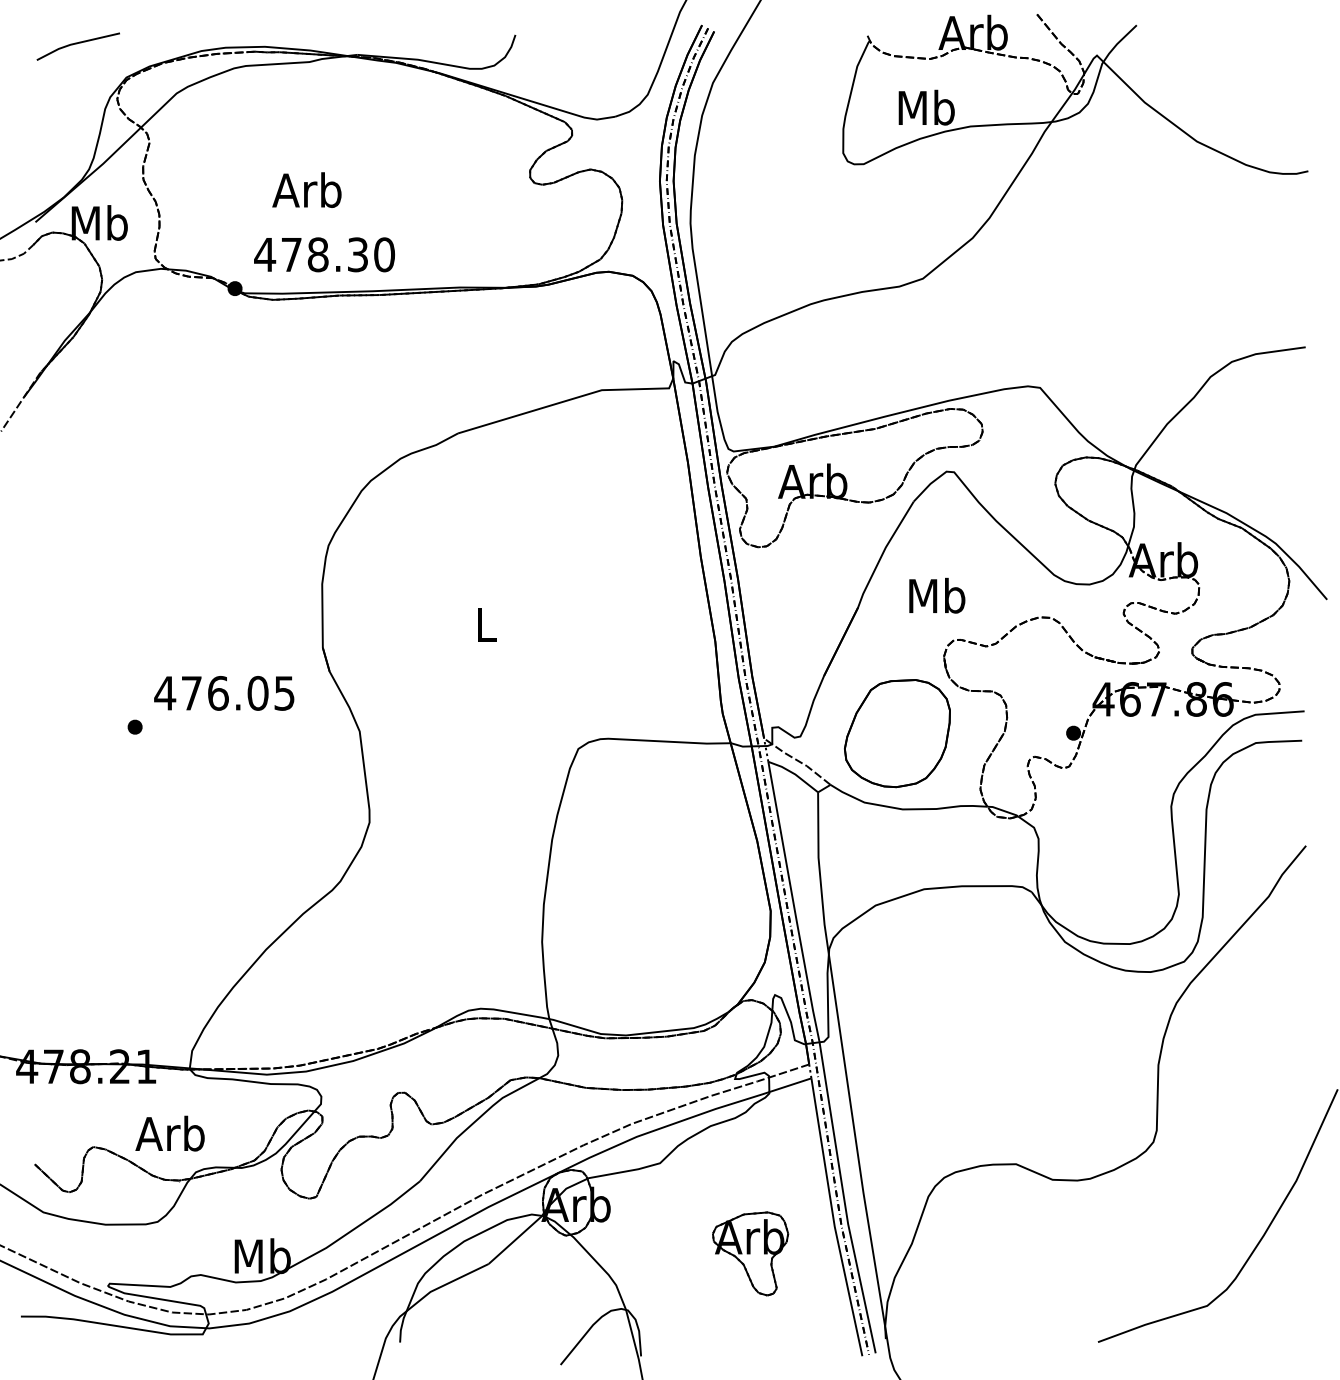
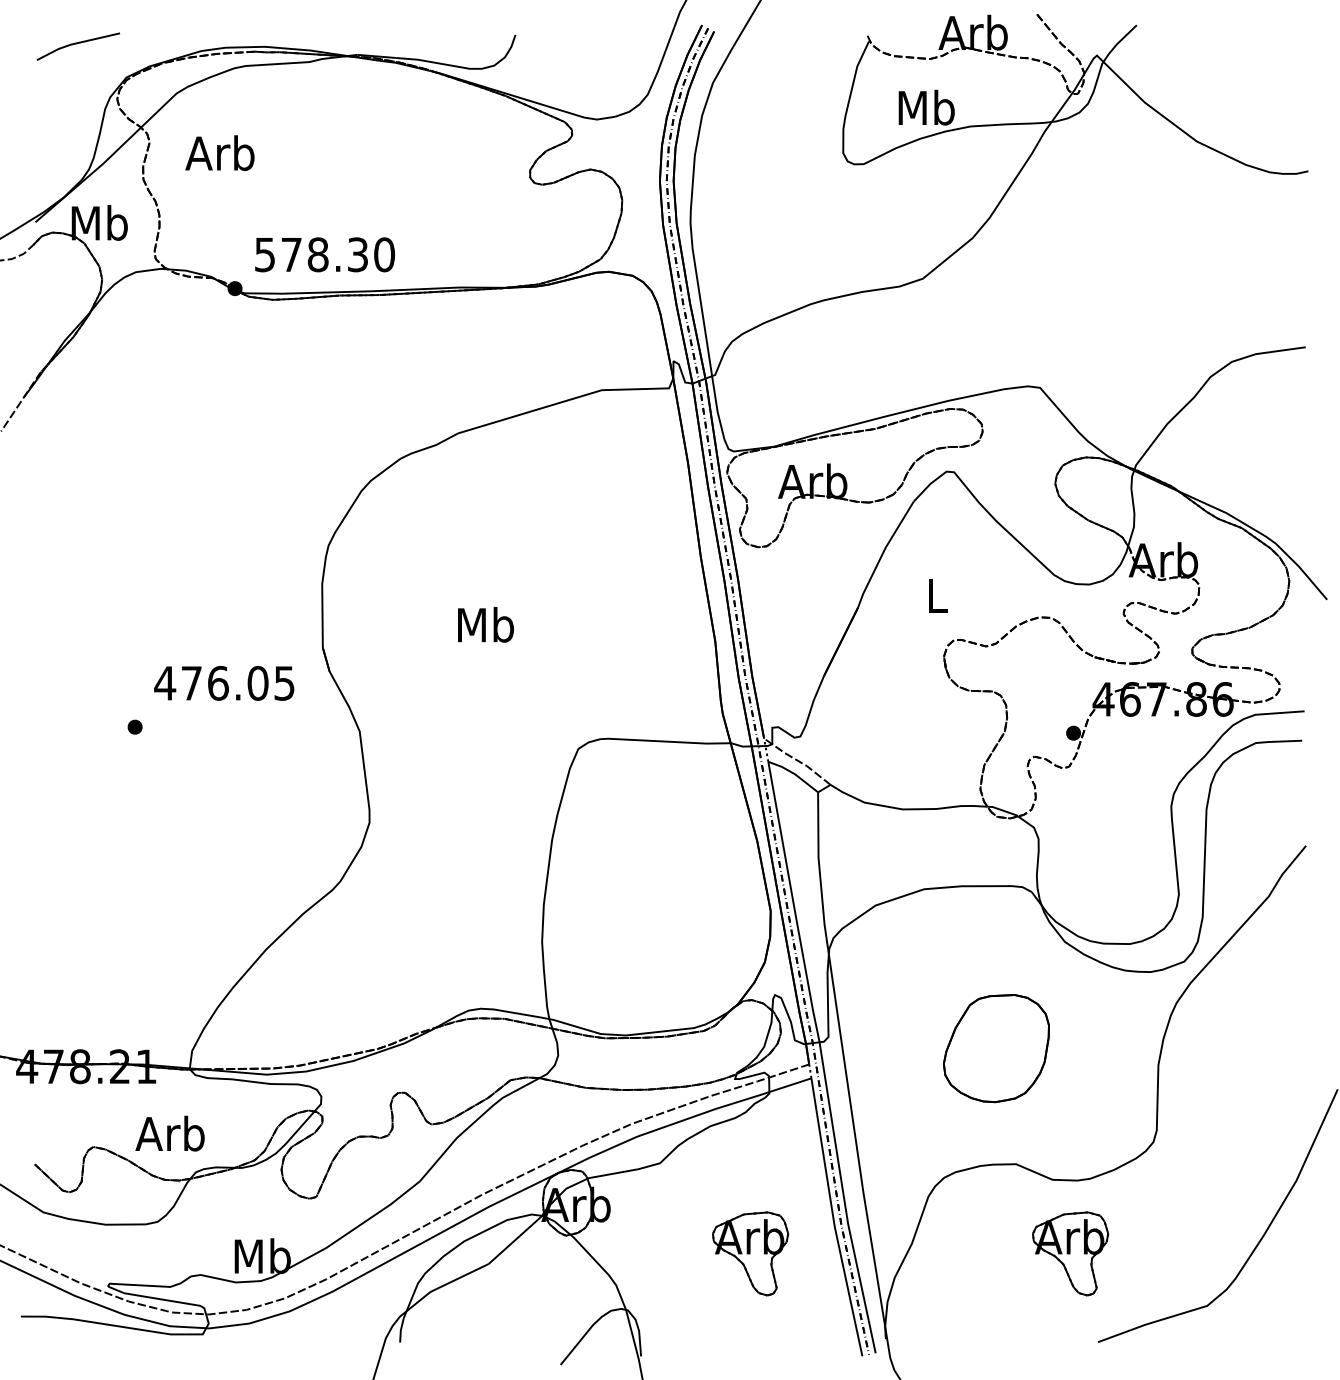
text at (306, 189) position: (306, 189) -> (219, 152)
text at (265, 255): 478.30 -> 578.30
text at (937, 595): Mb -> L
text at (486, 624): L -> Mb
text at (224, 693) position: (224, 693) -> (224, 683)
part at (897, 733) position: (897, 733) -> (996, 1048)
part at (1070, 1253): none -> present
